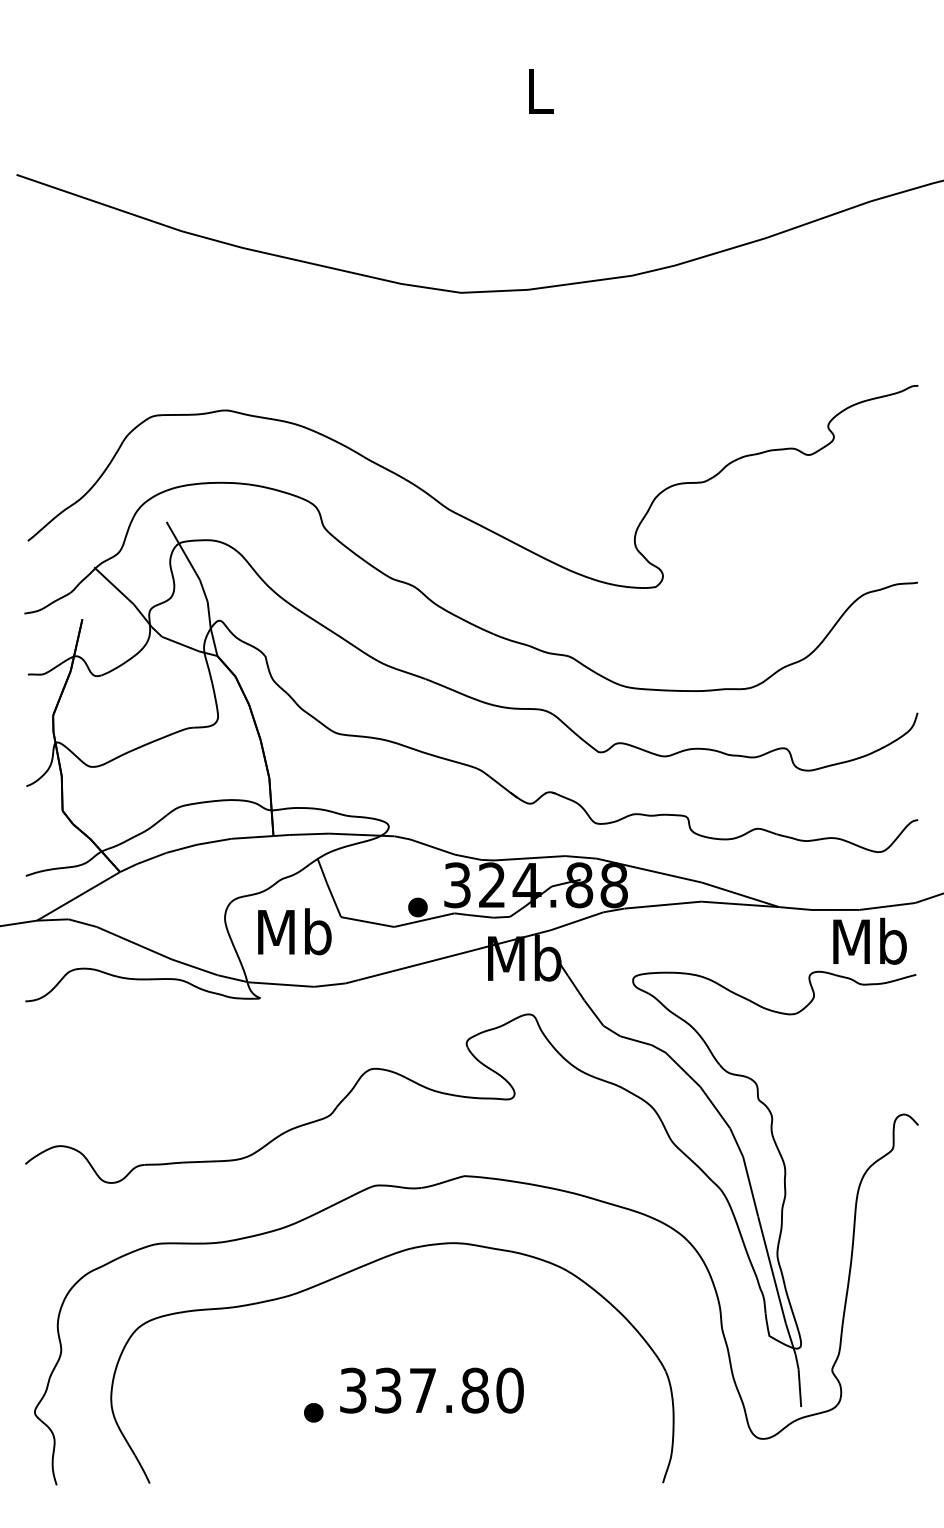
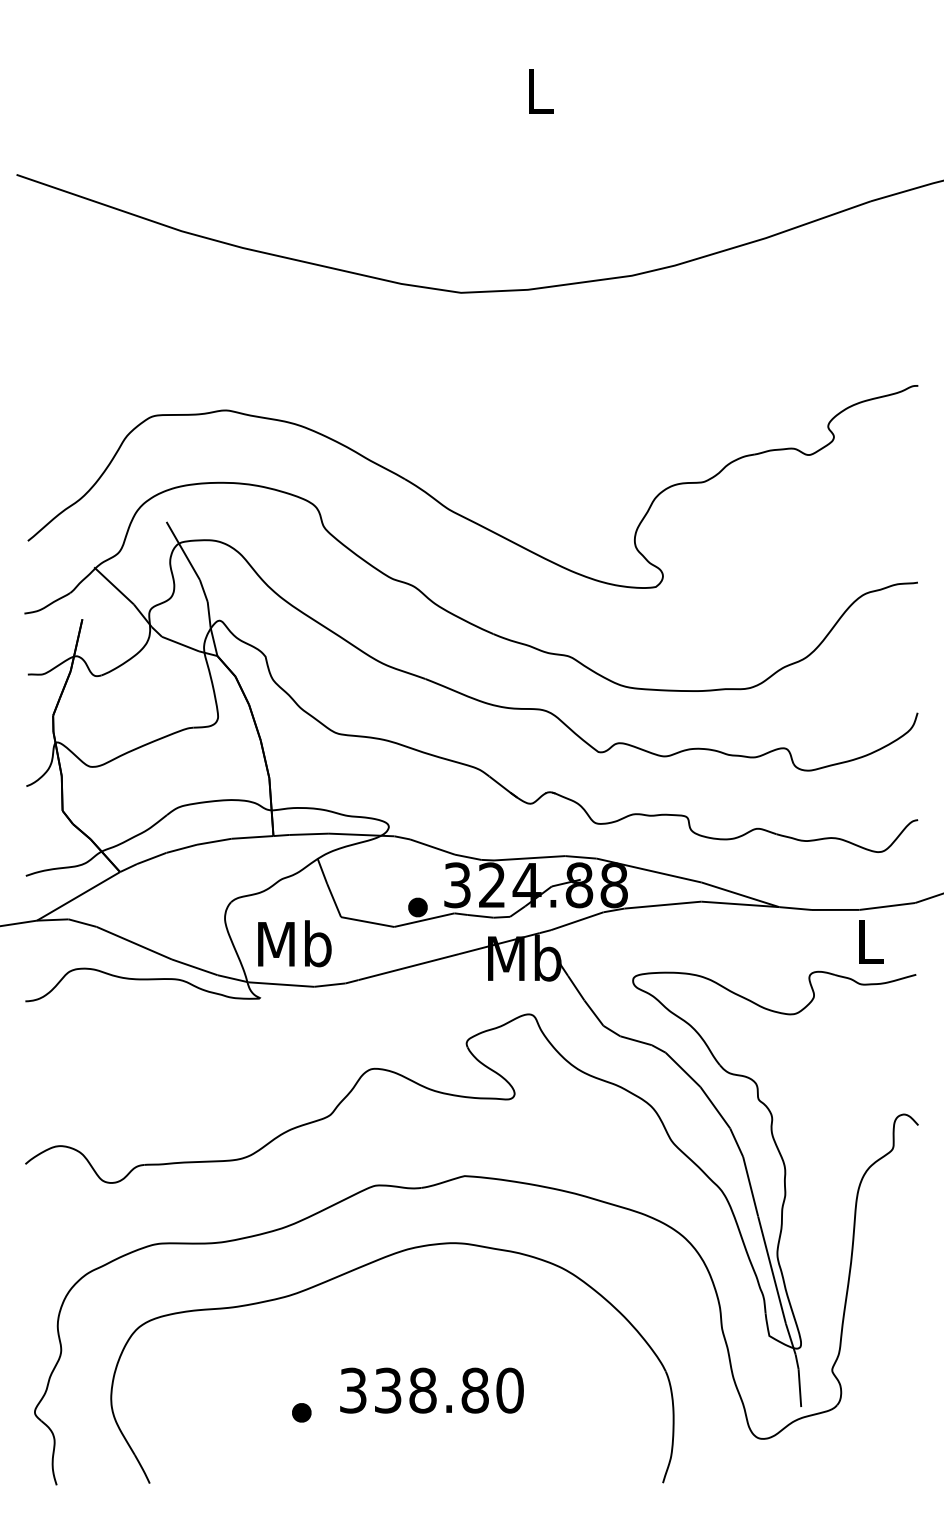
text at (294, 931) position: (294, 931) -> (294, 943)
text at (869, 940): Mb -> L
text at (422, 1390): 337.80 -> 338.80
part at (313, 1412) position: (313, 1412) -> (301, 1412)
